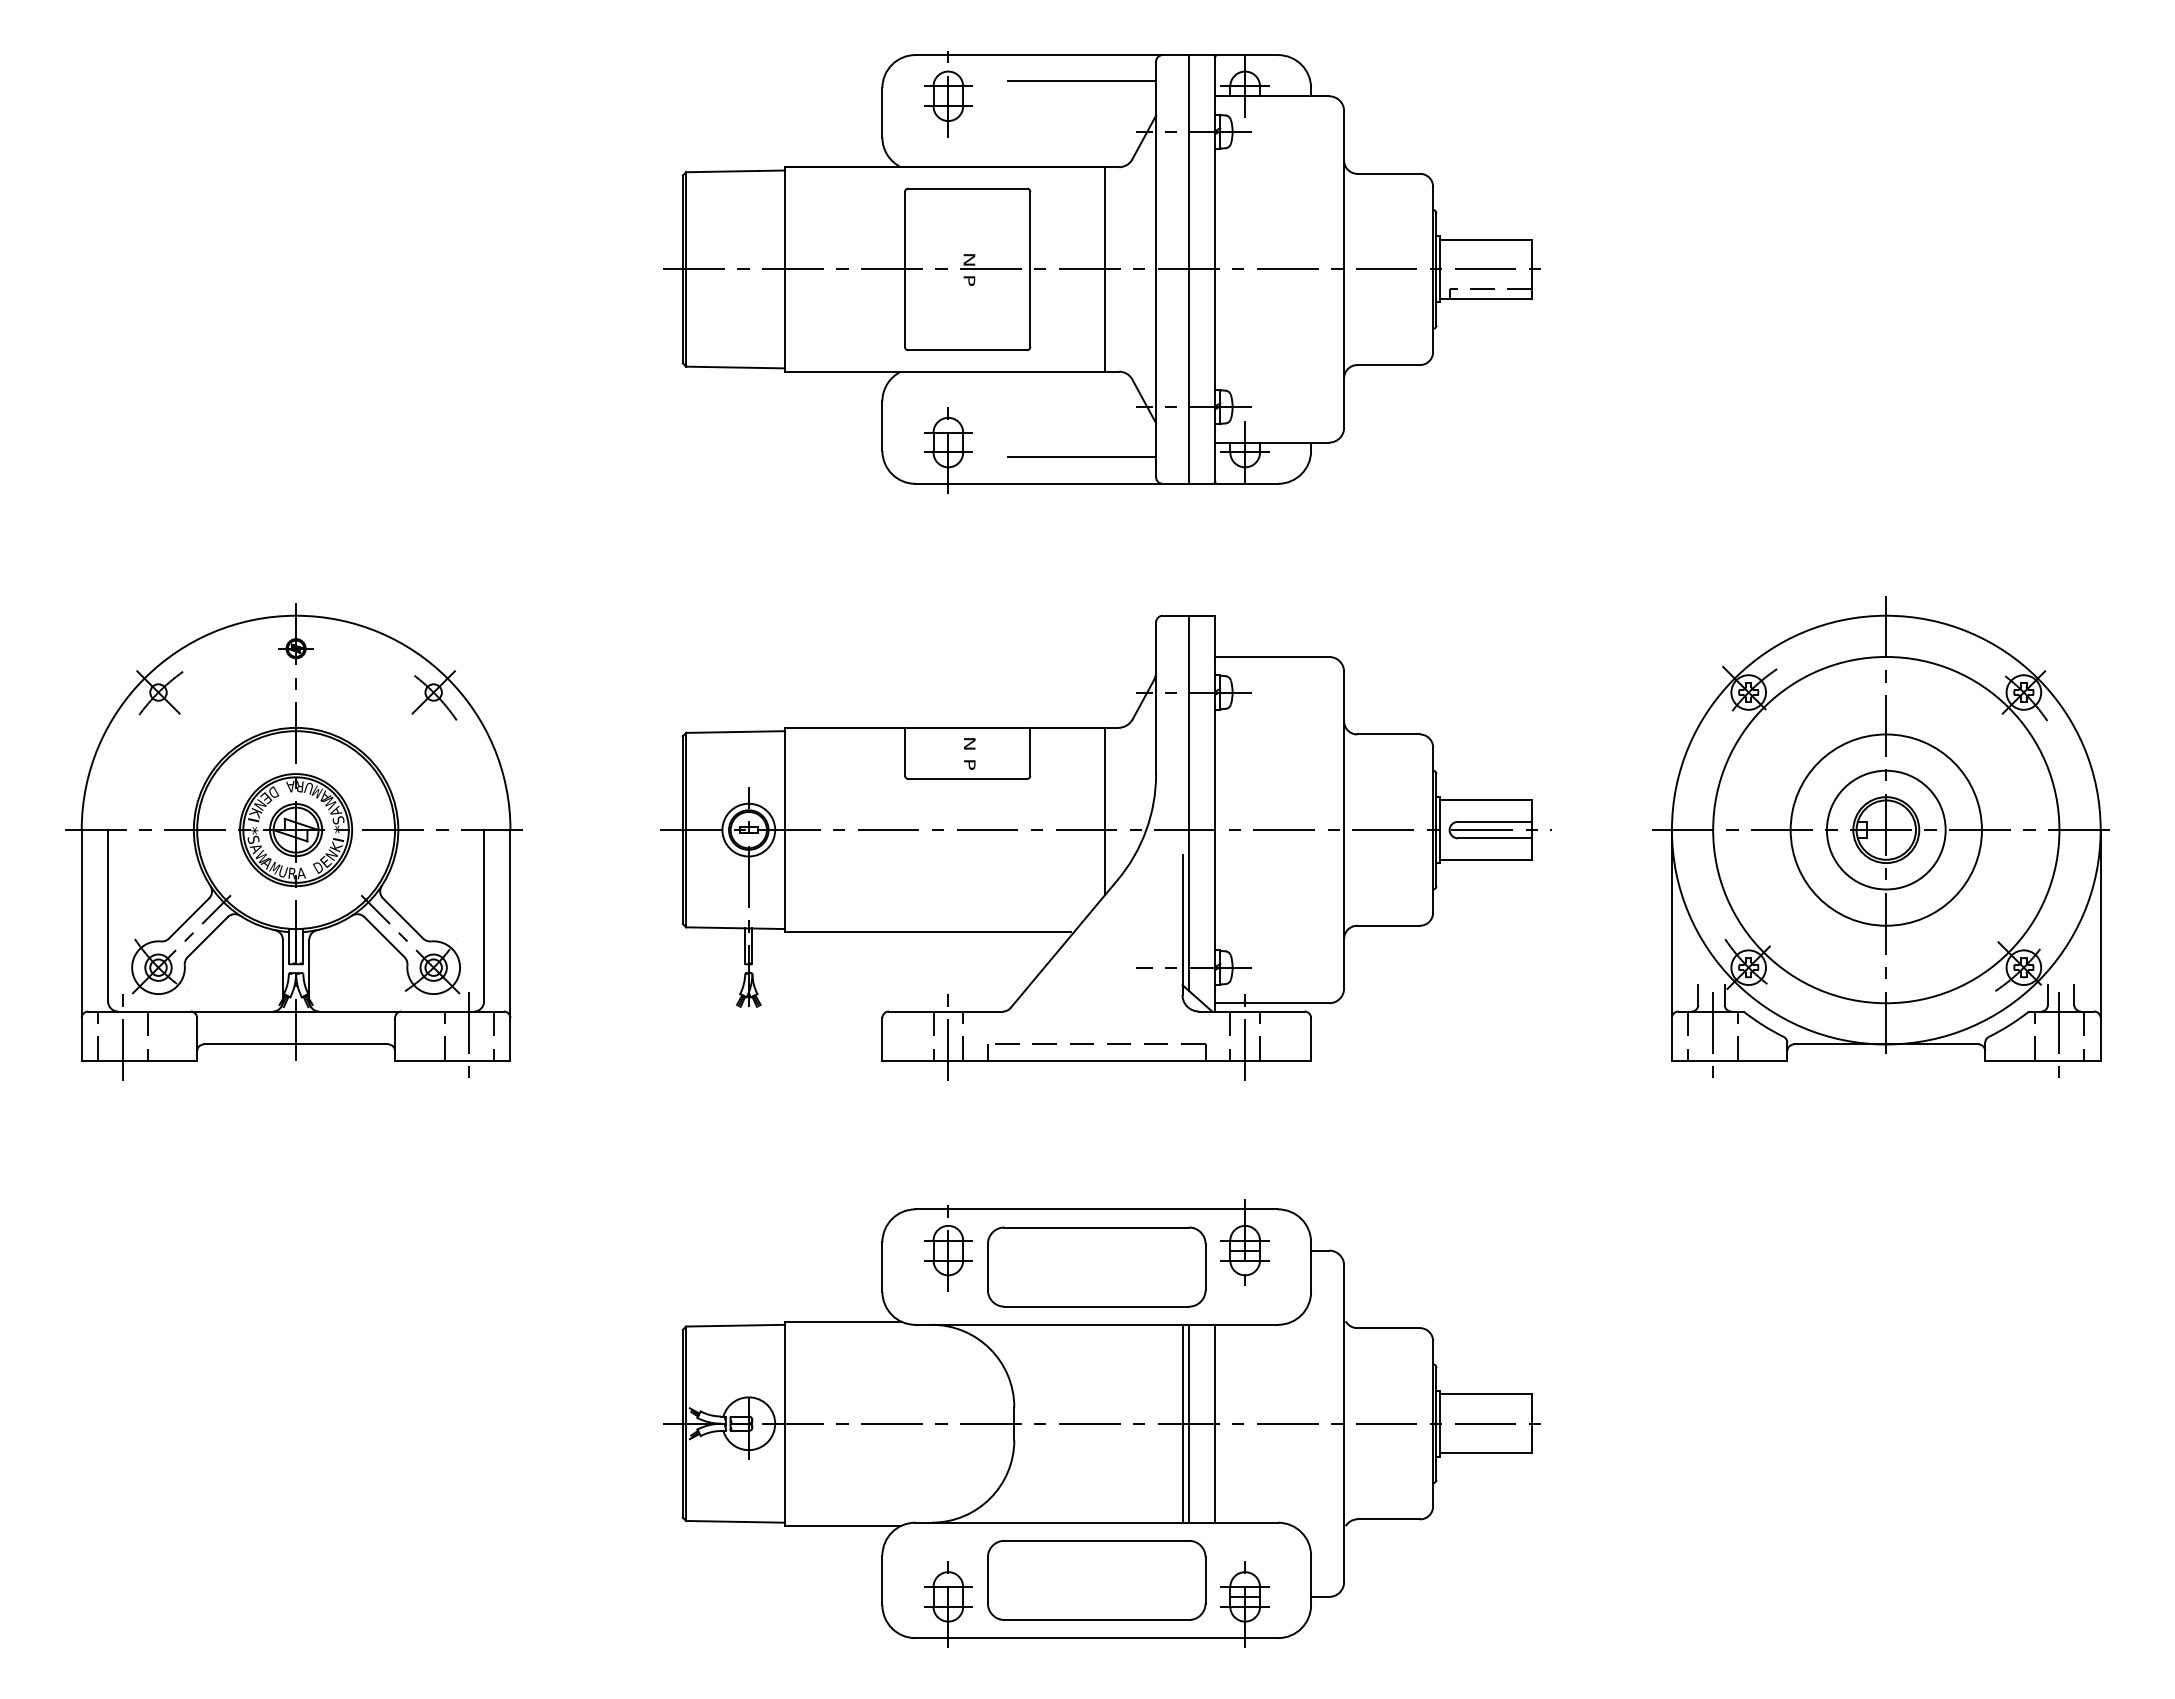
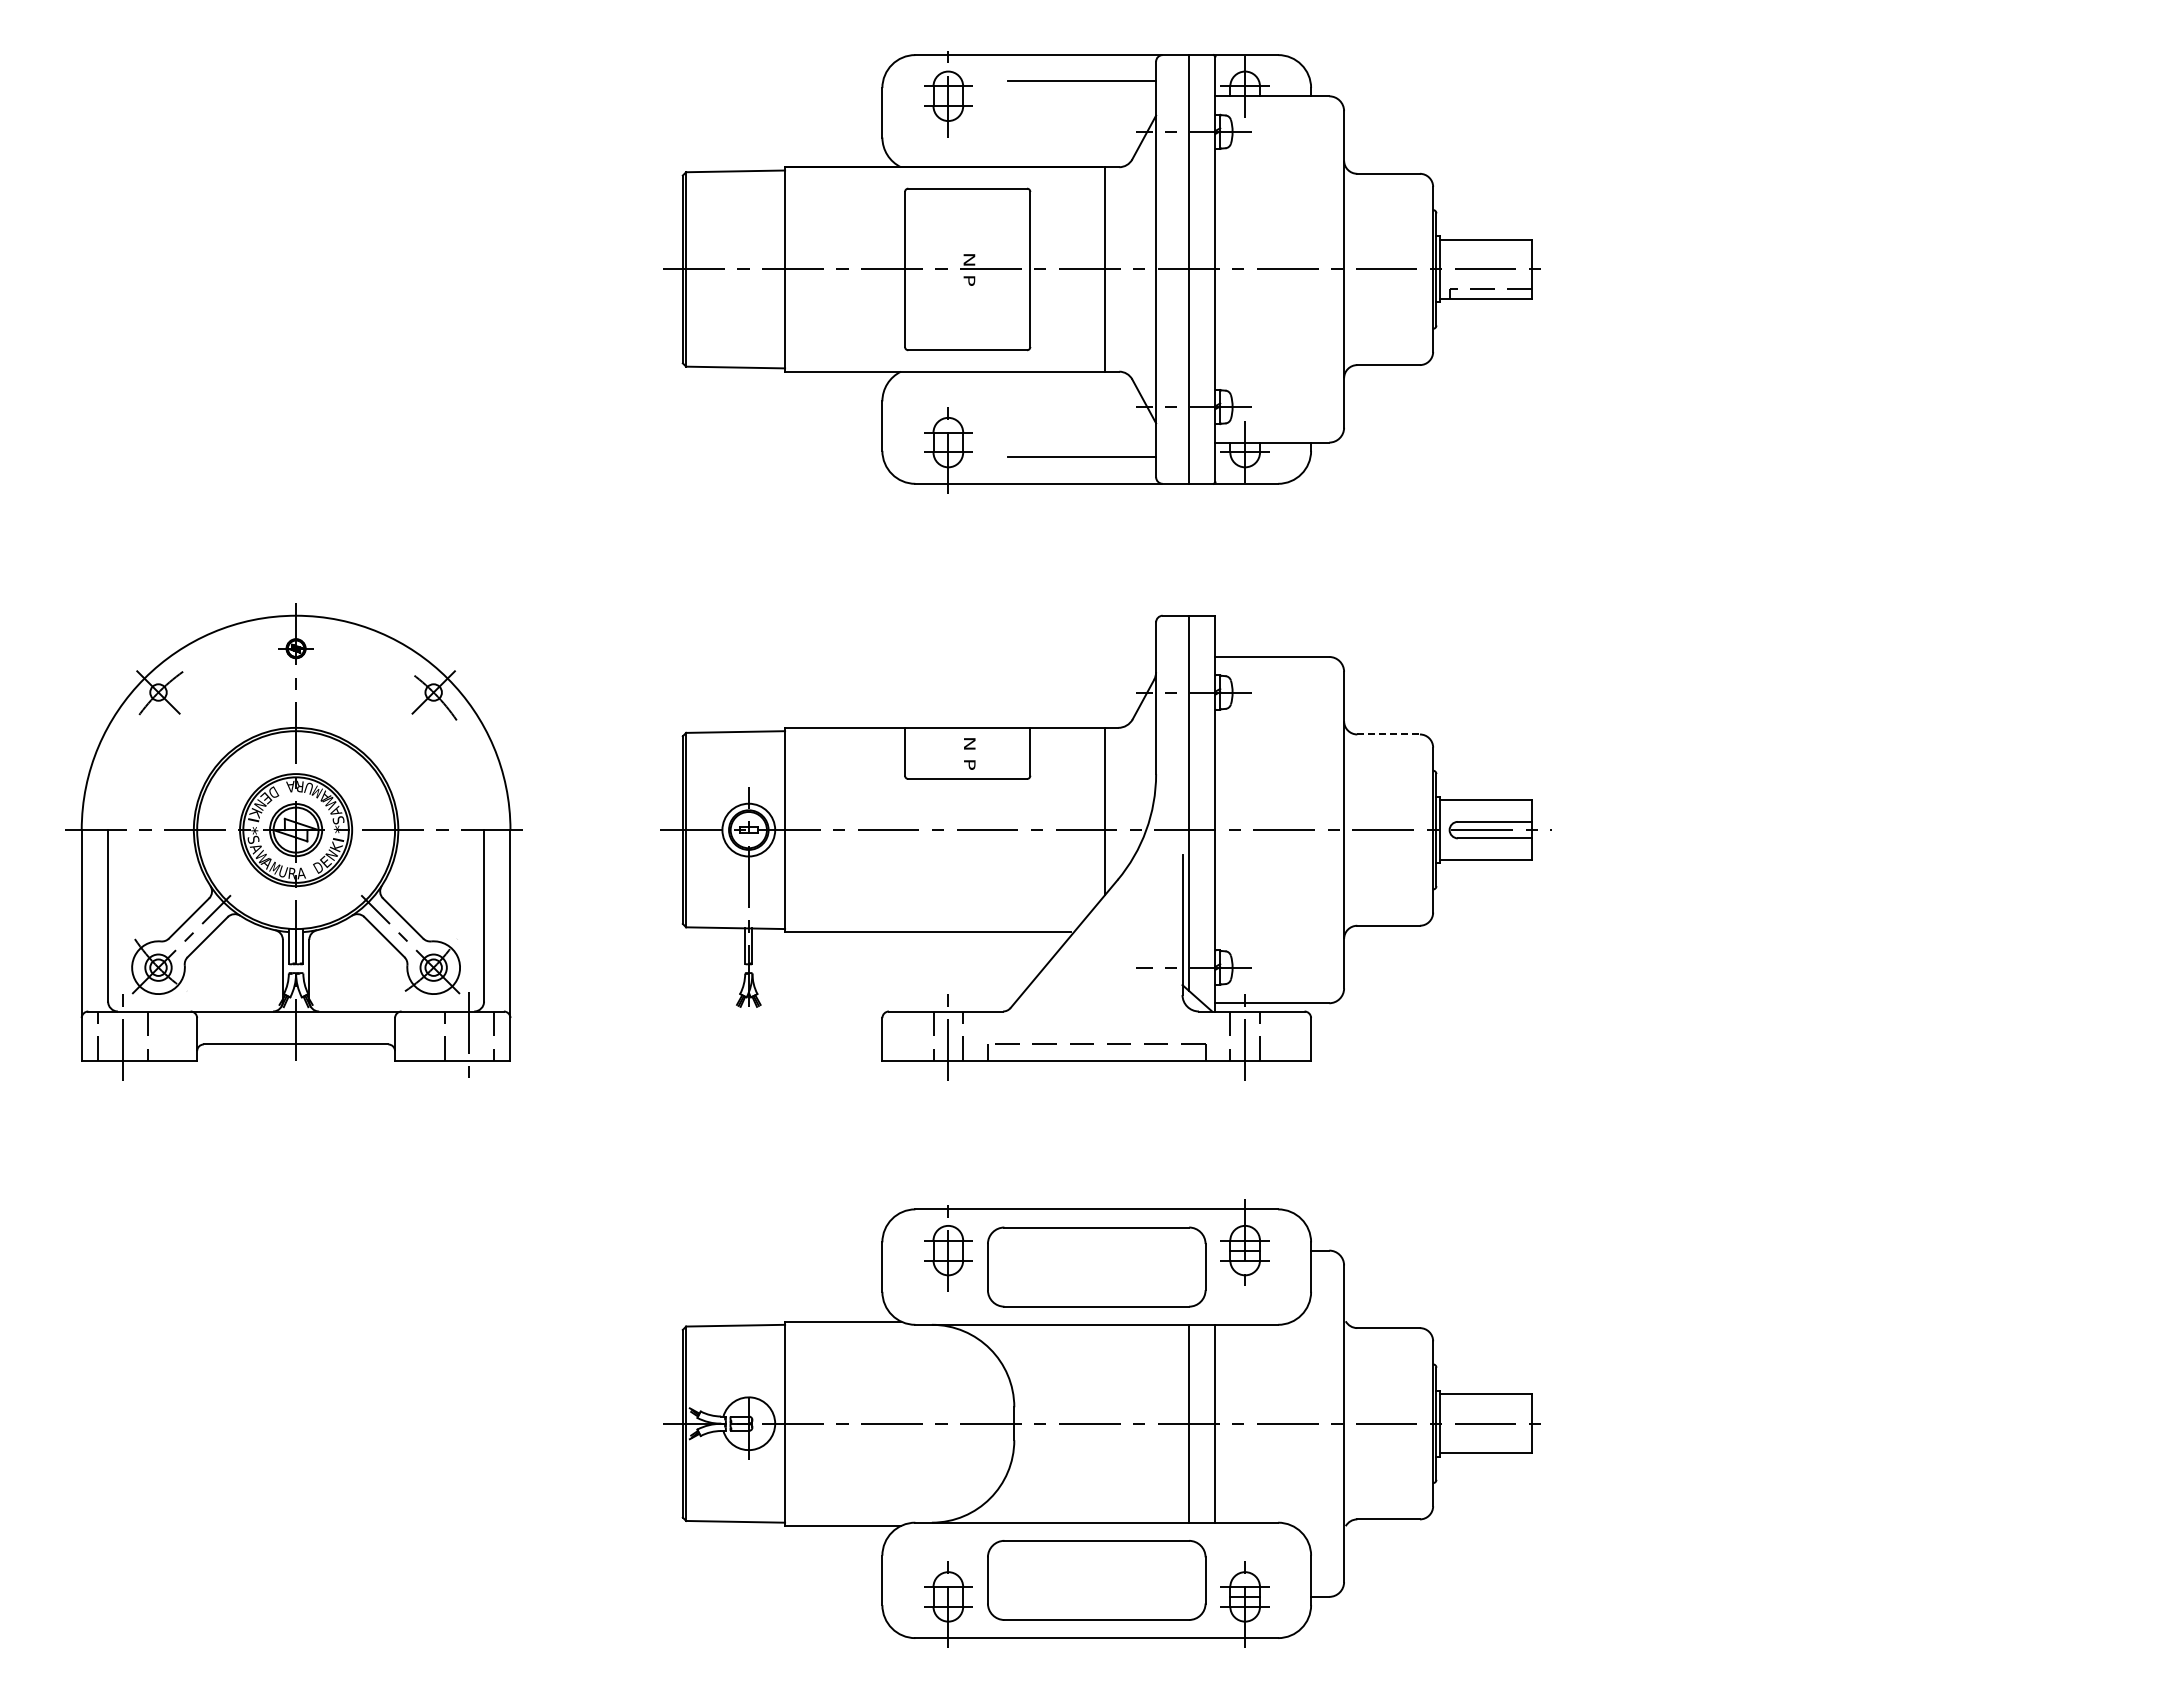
line at (1389, 734): solid -> dashed
part at (1880, 836): present -> none
line at (1182, 1423): present -> none
